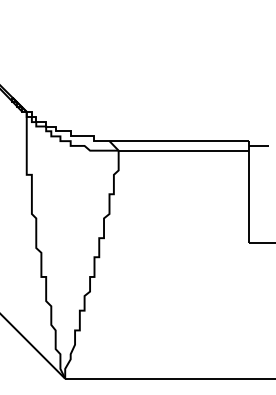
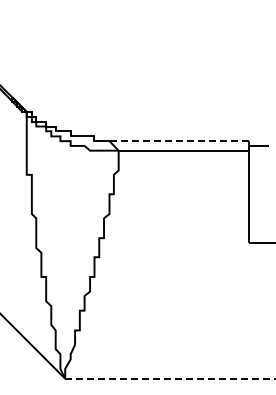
line at (179, 141): solid -> dashed
line at (170, 378): solid -> dashed
